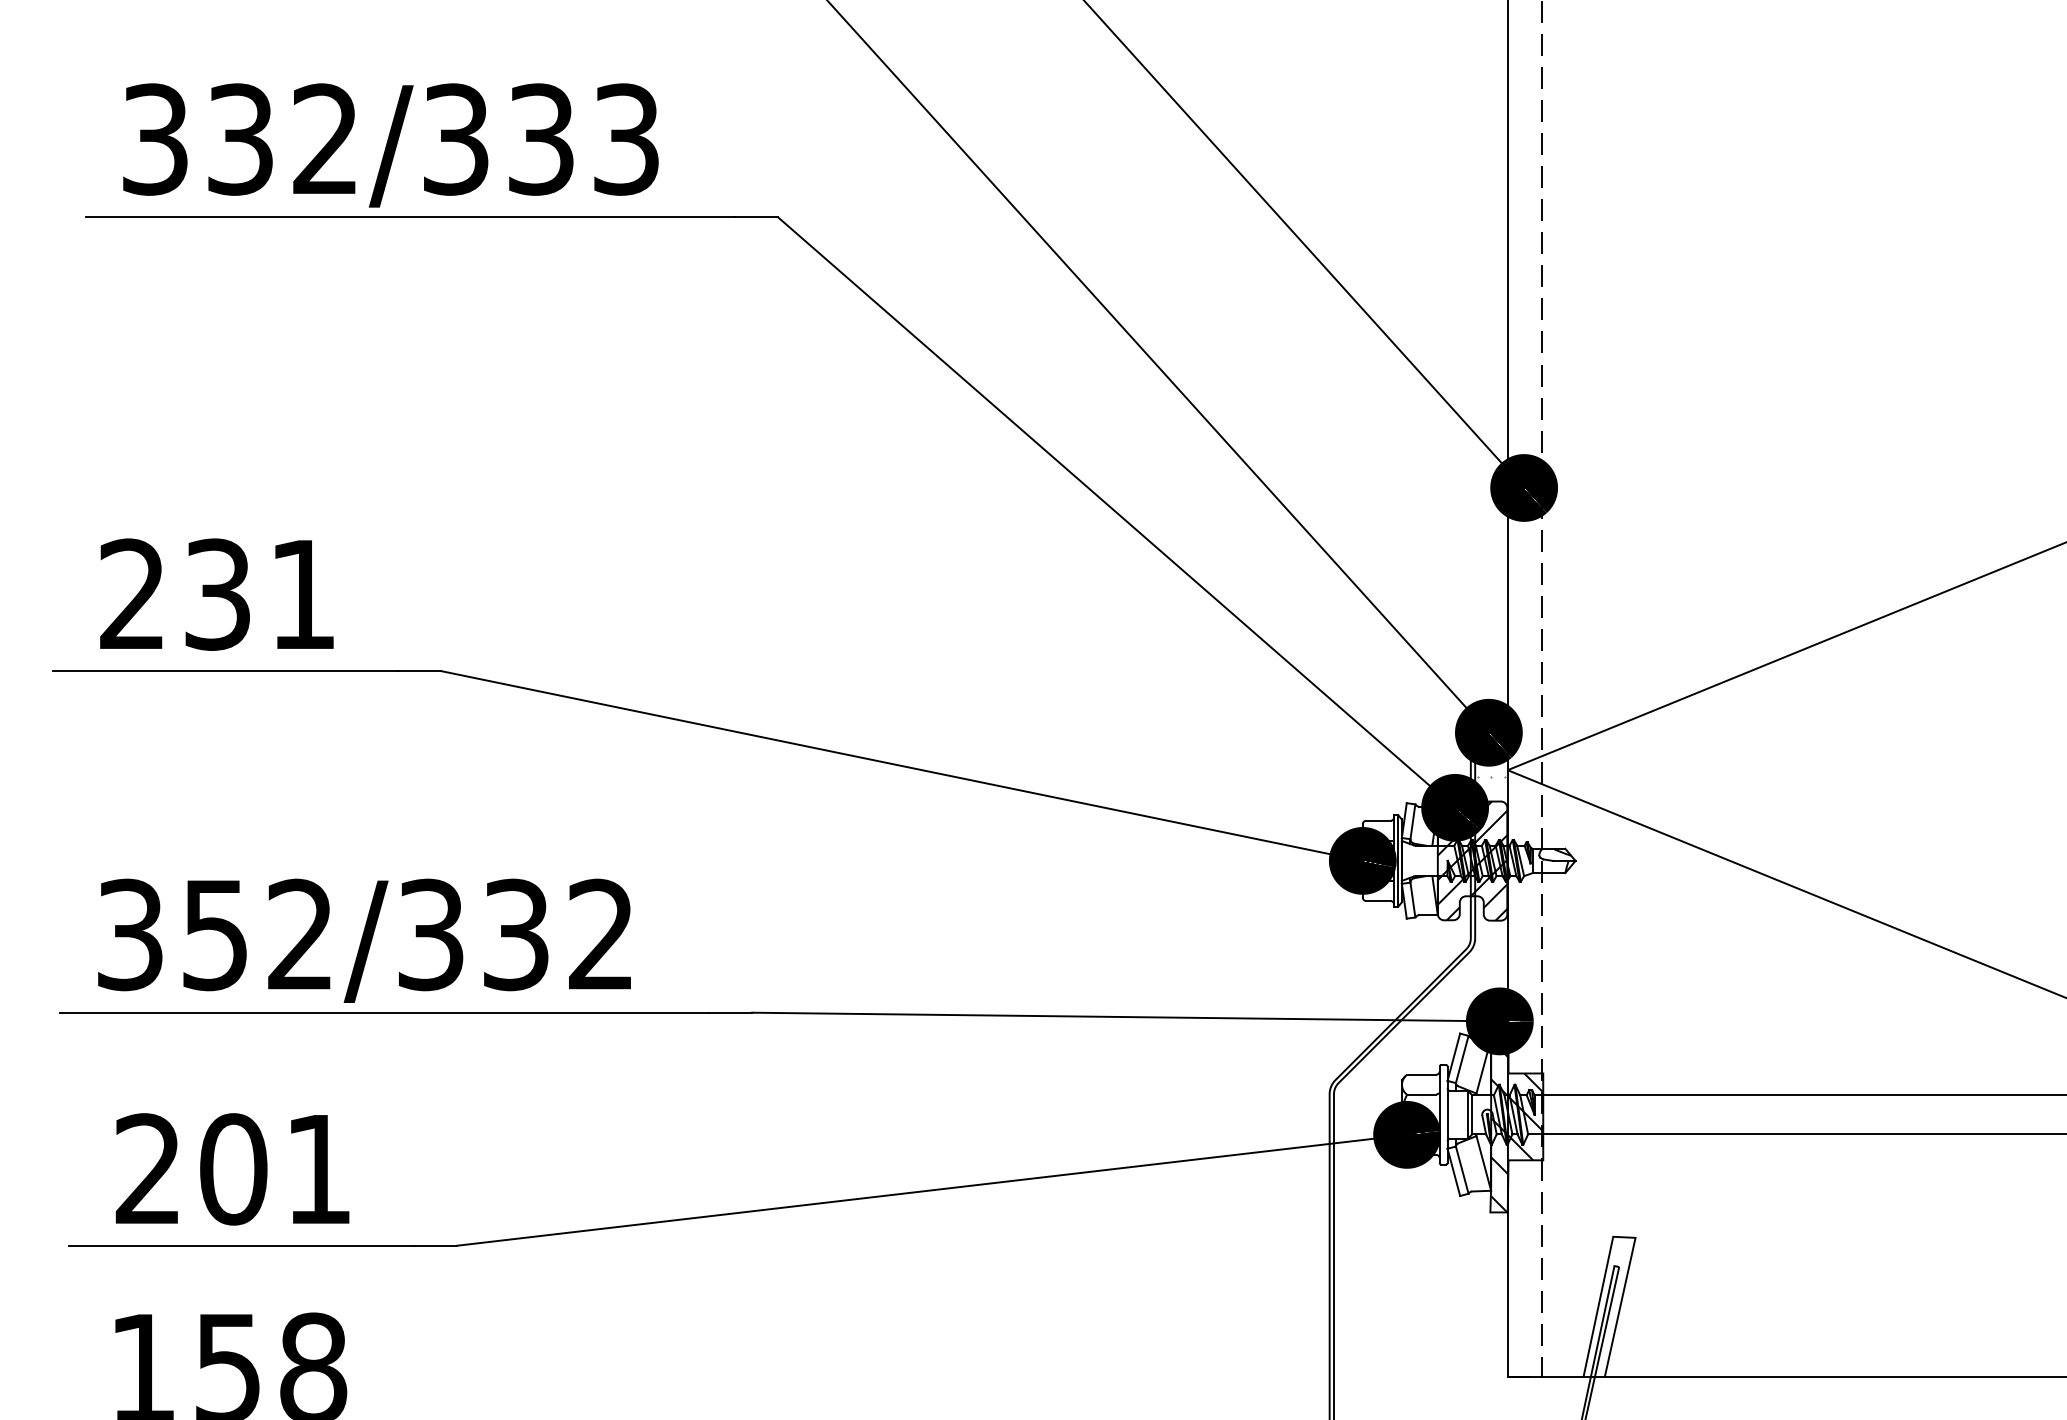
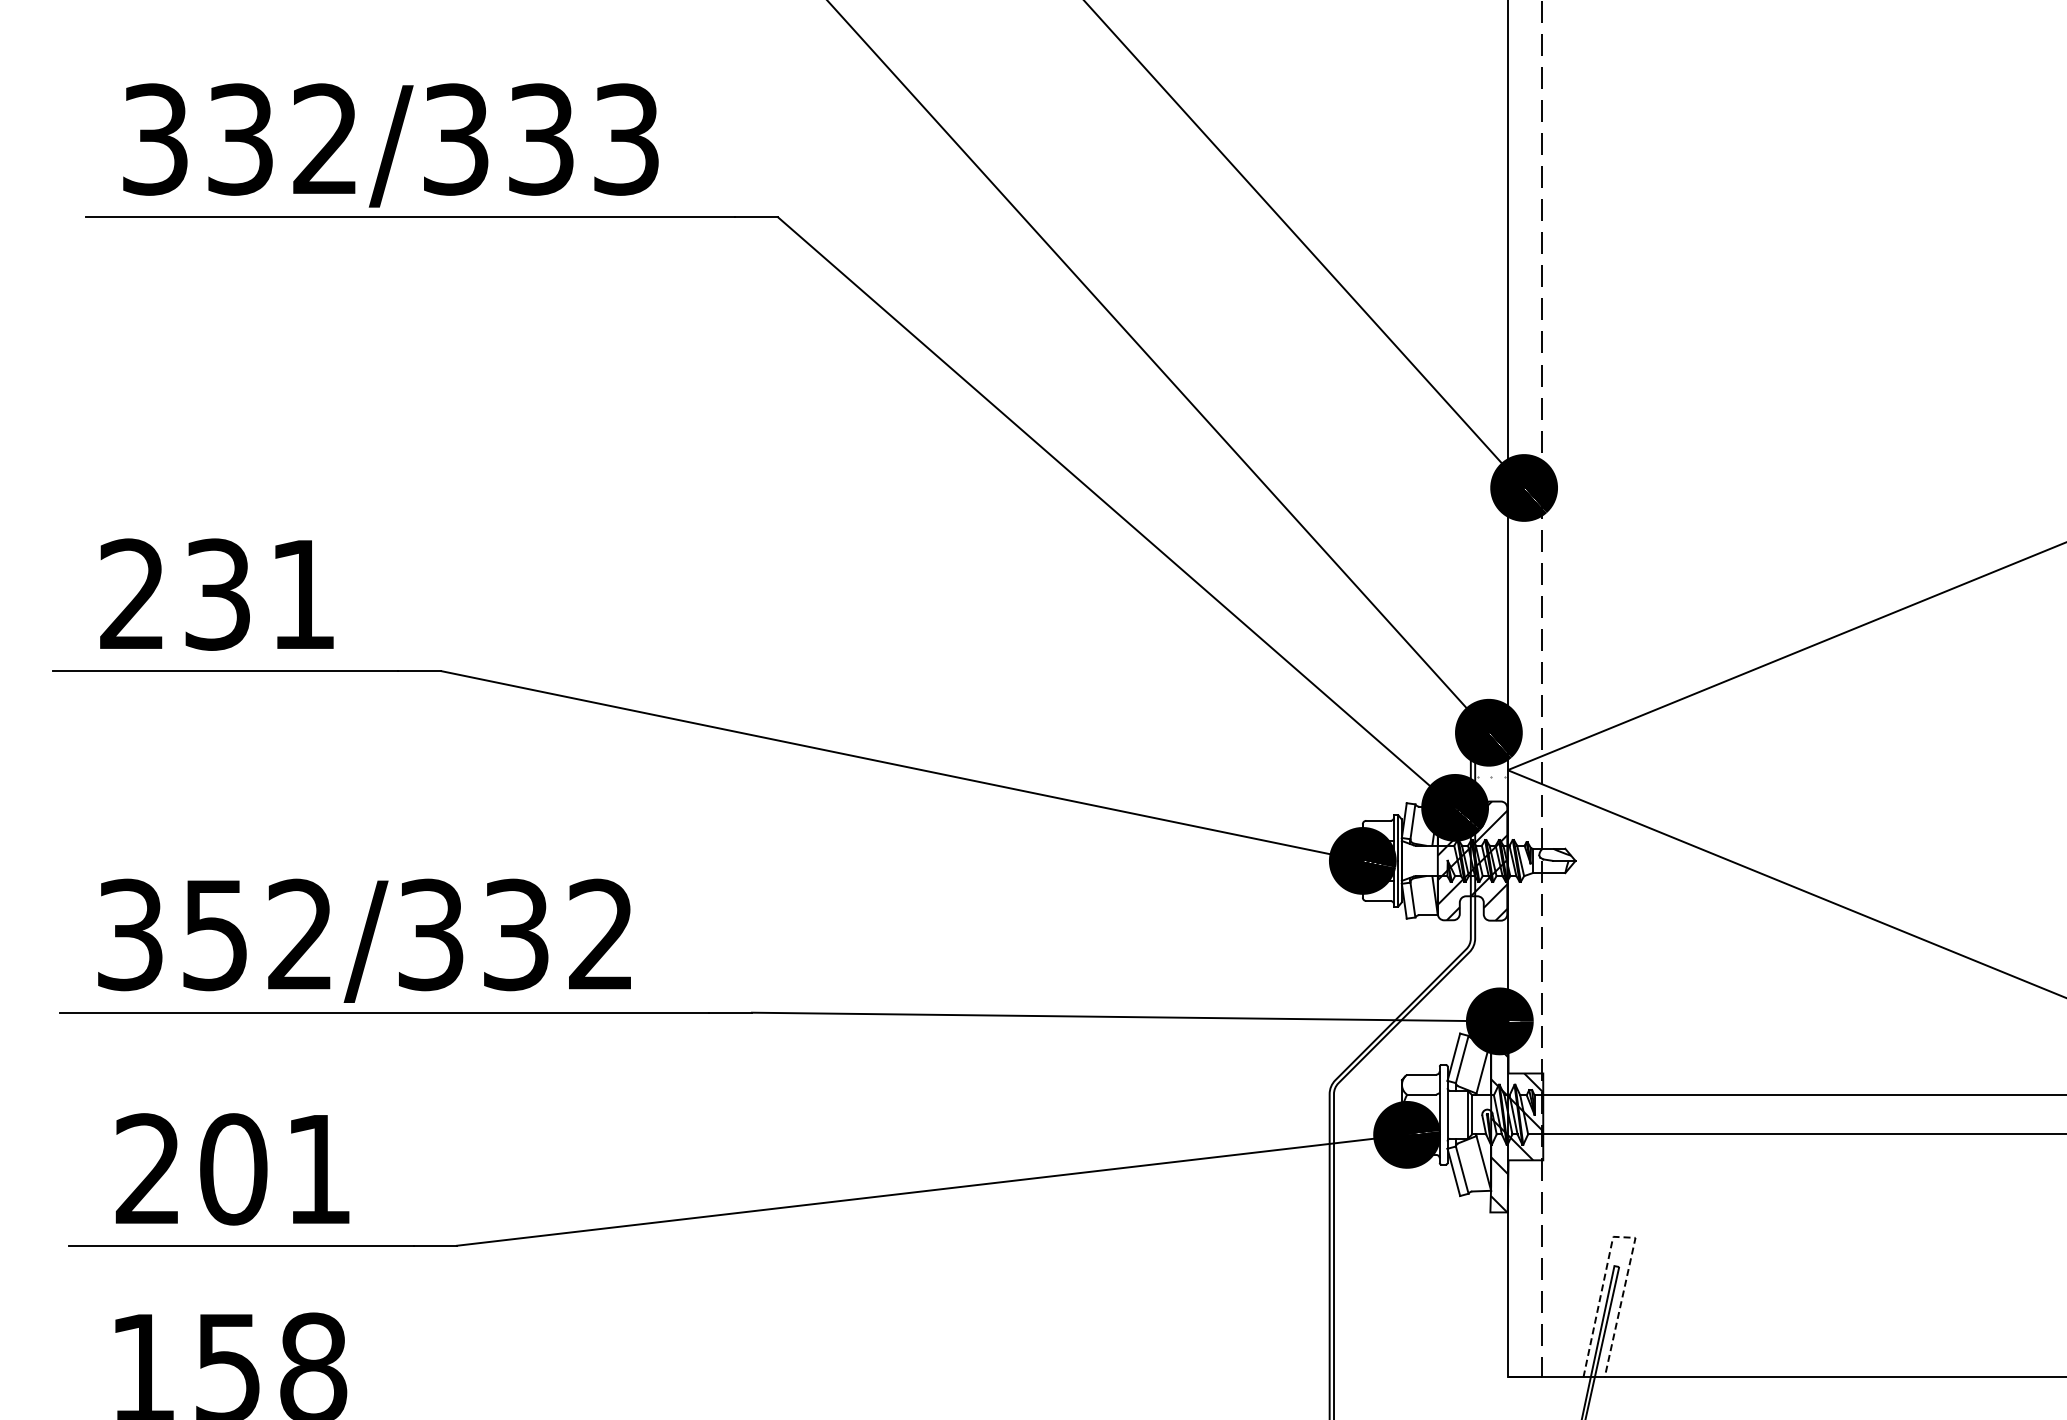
line at (1623, 1237): solid -> dashed
